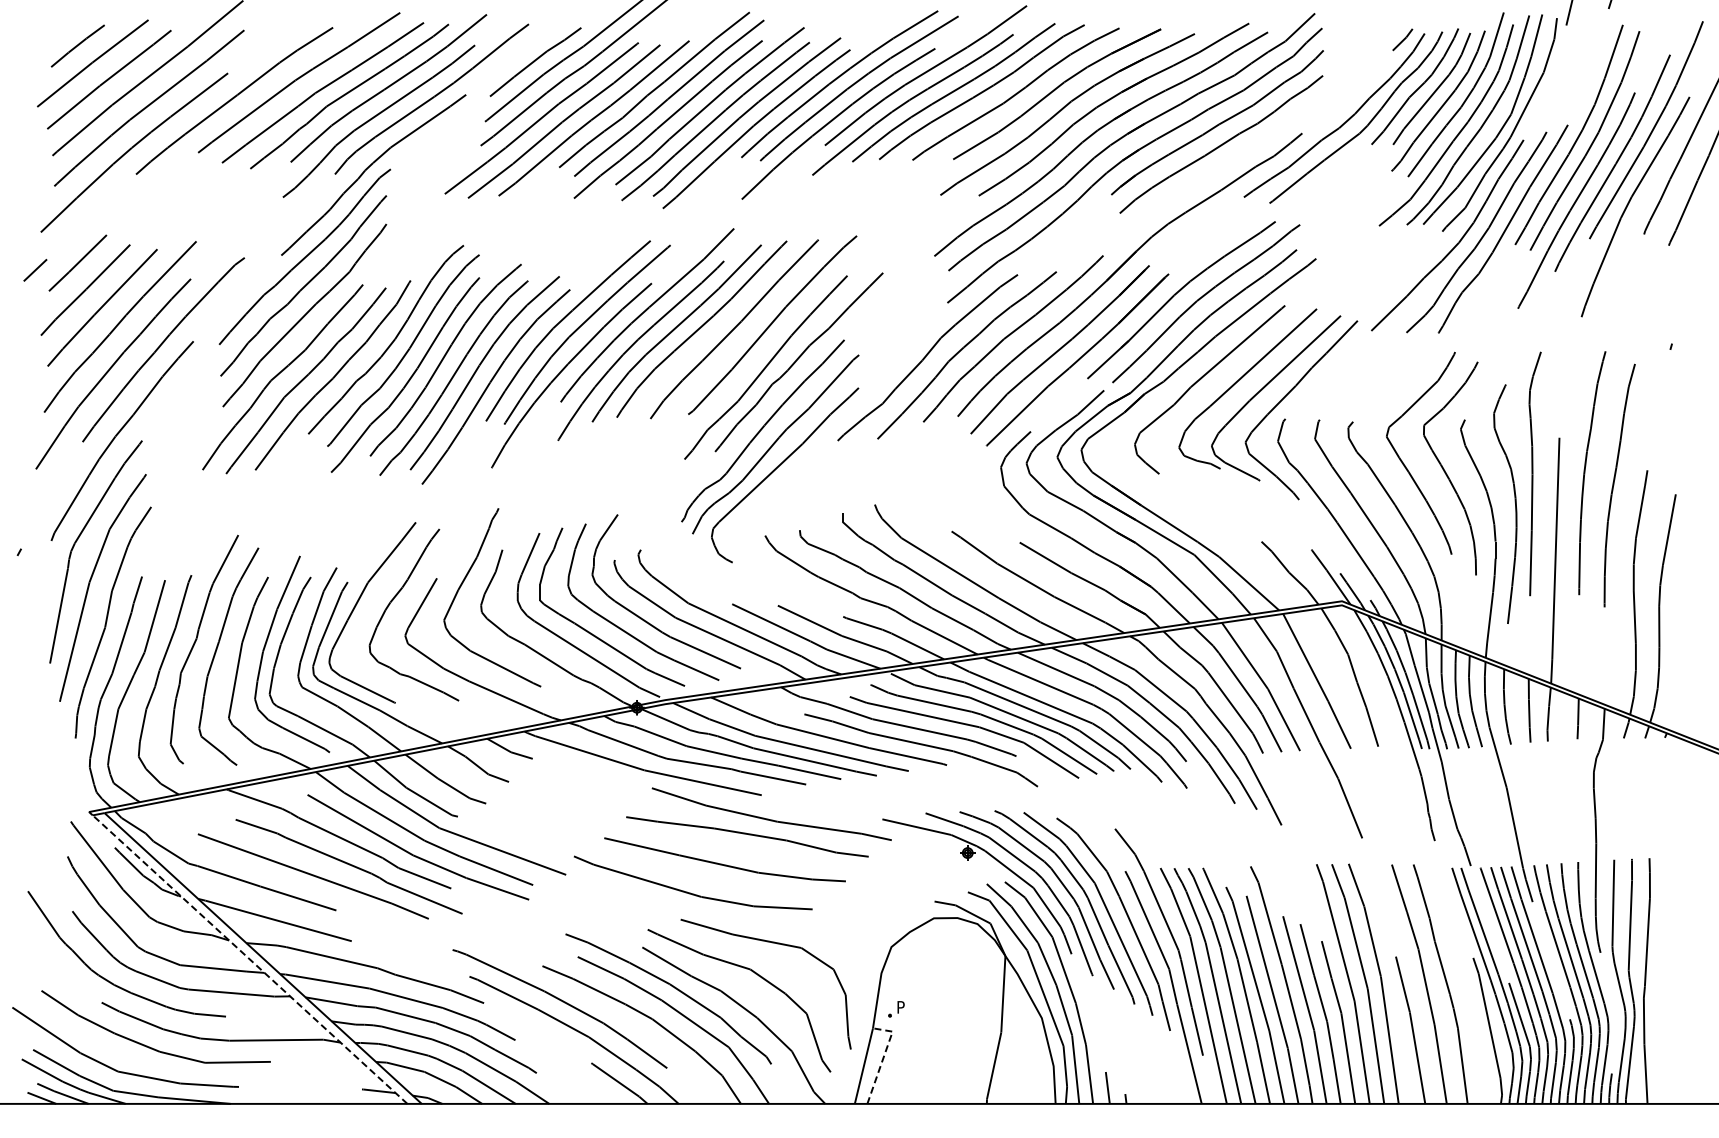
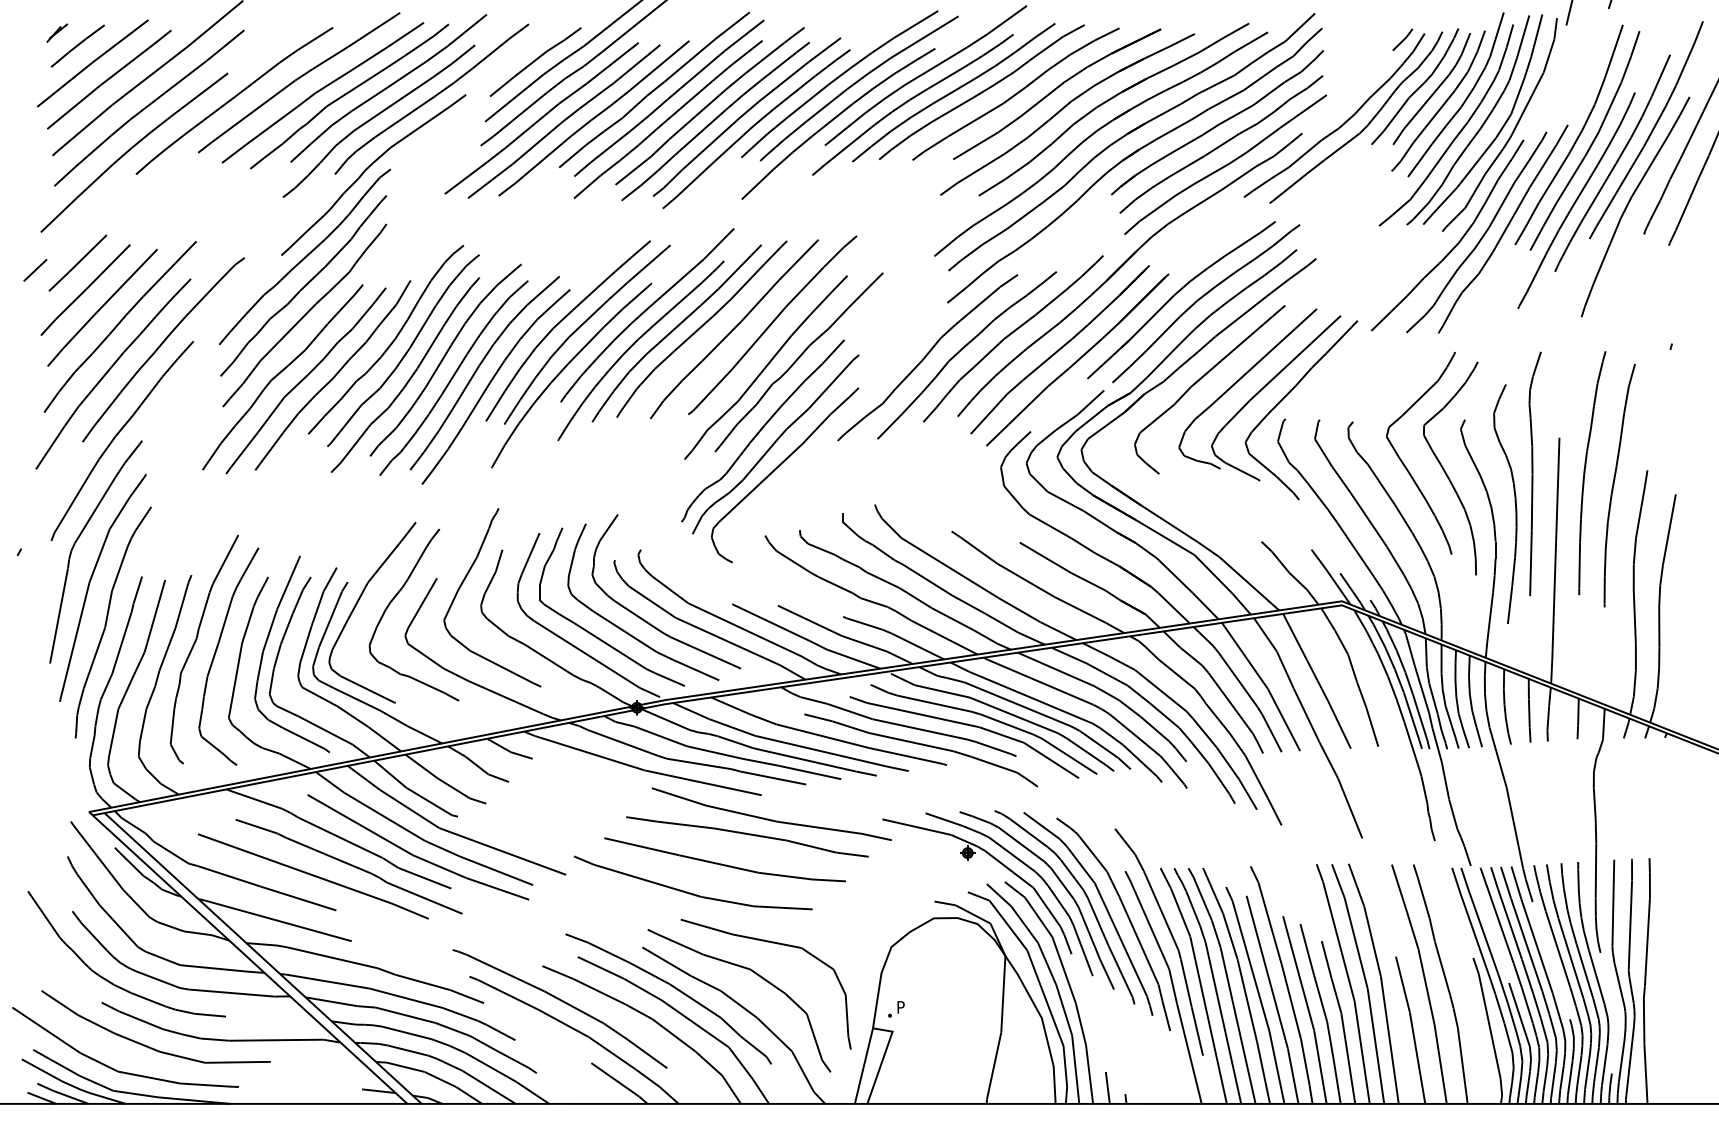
part at (57, 32): none -> present
curve at (1225, 164): none -> present
line at (249, 959): dashed -> solid
line at (883, 1057): dashed -> solid
